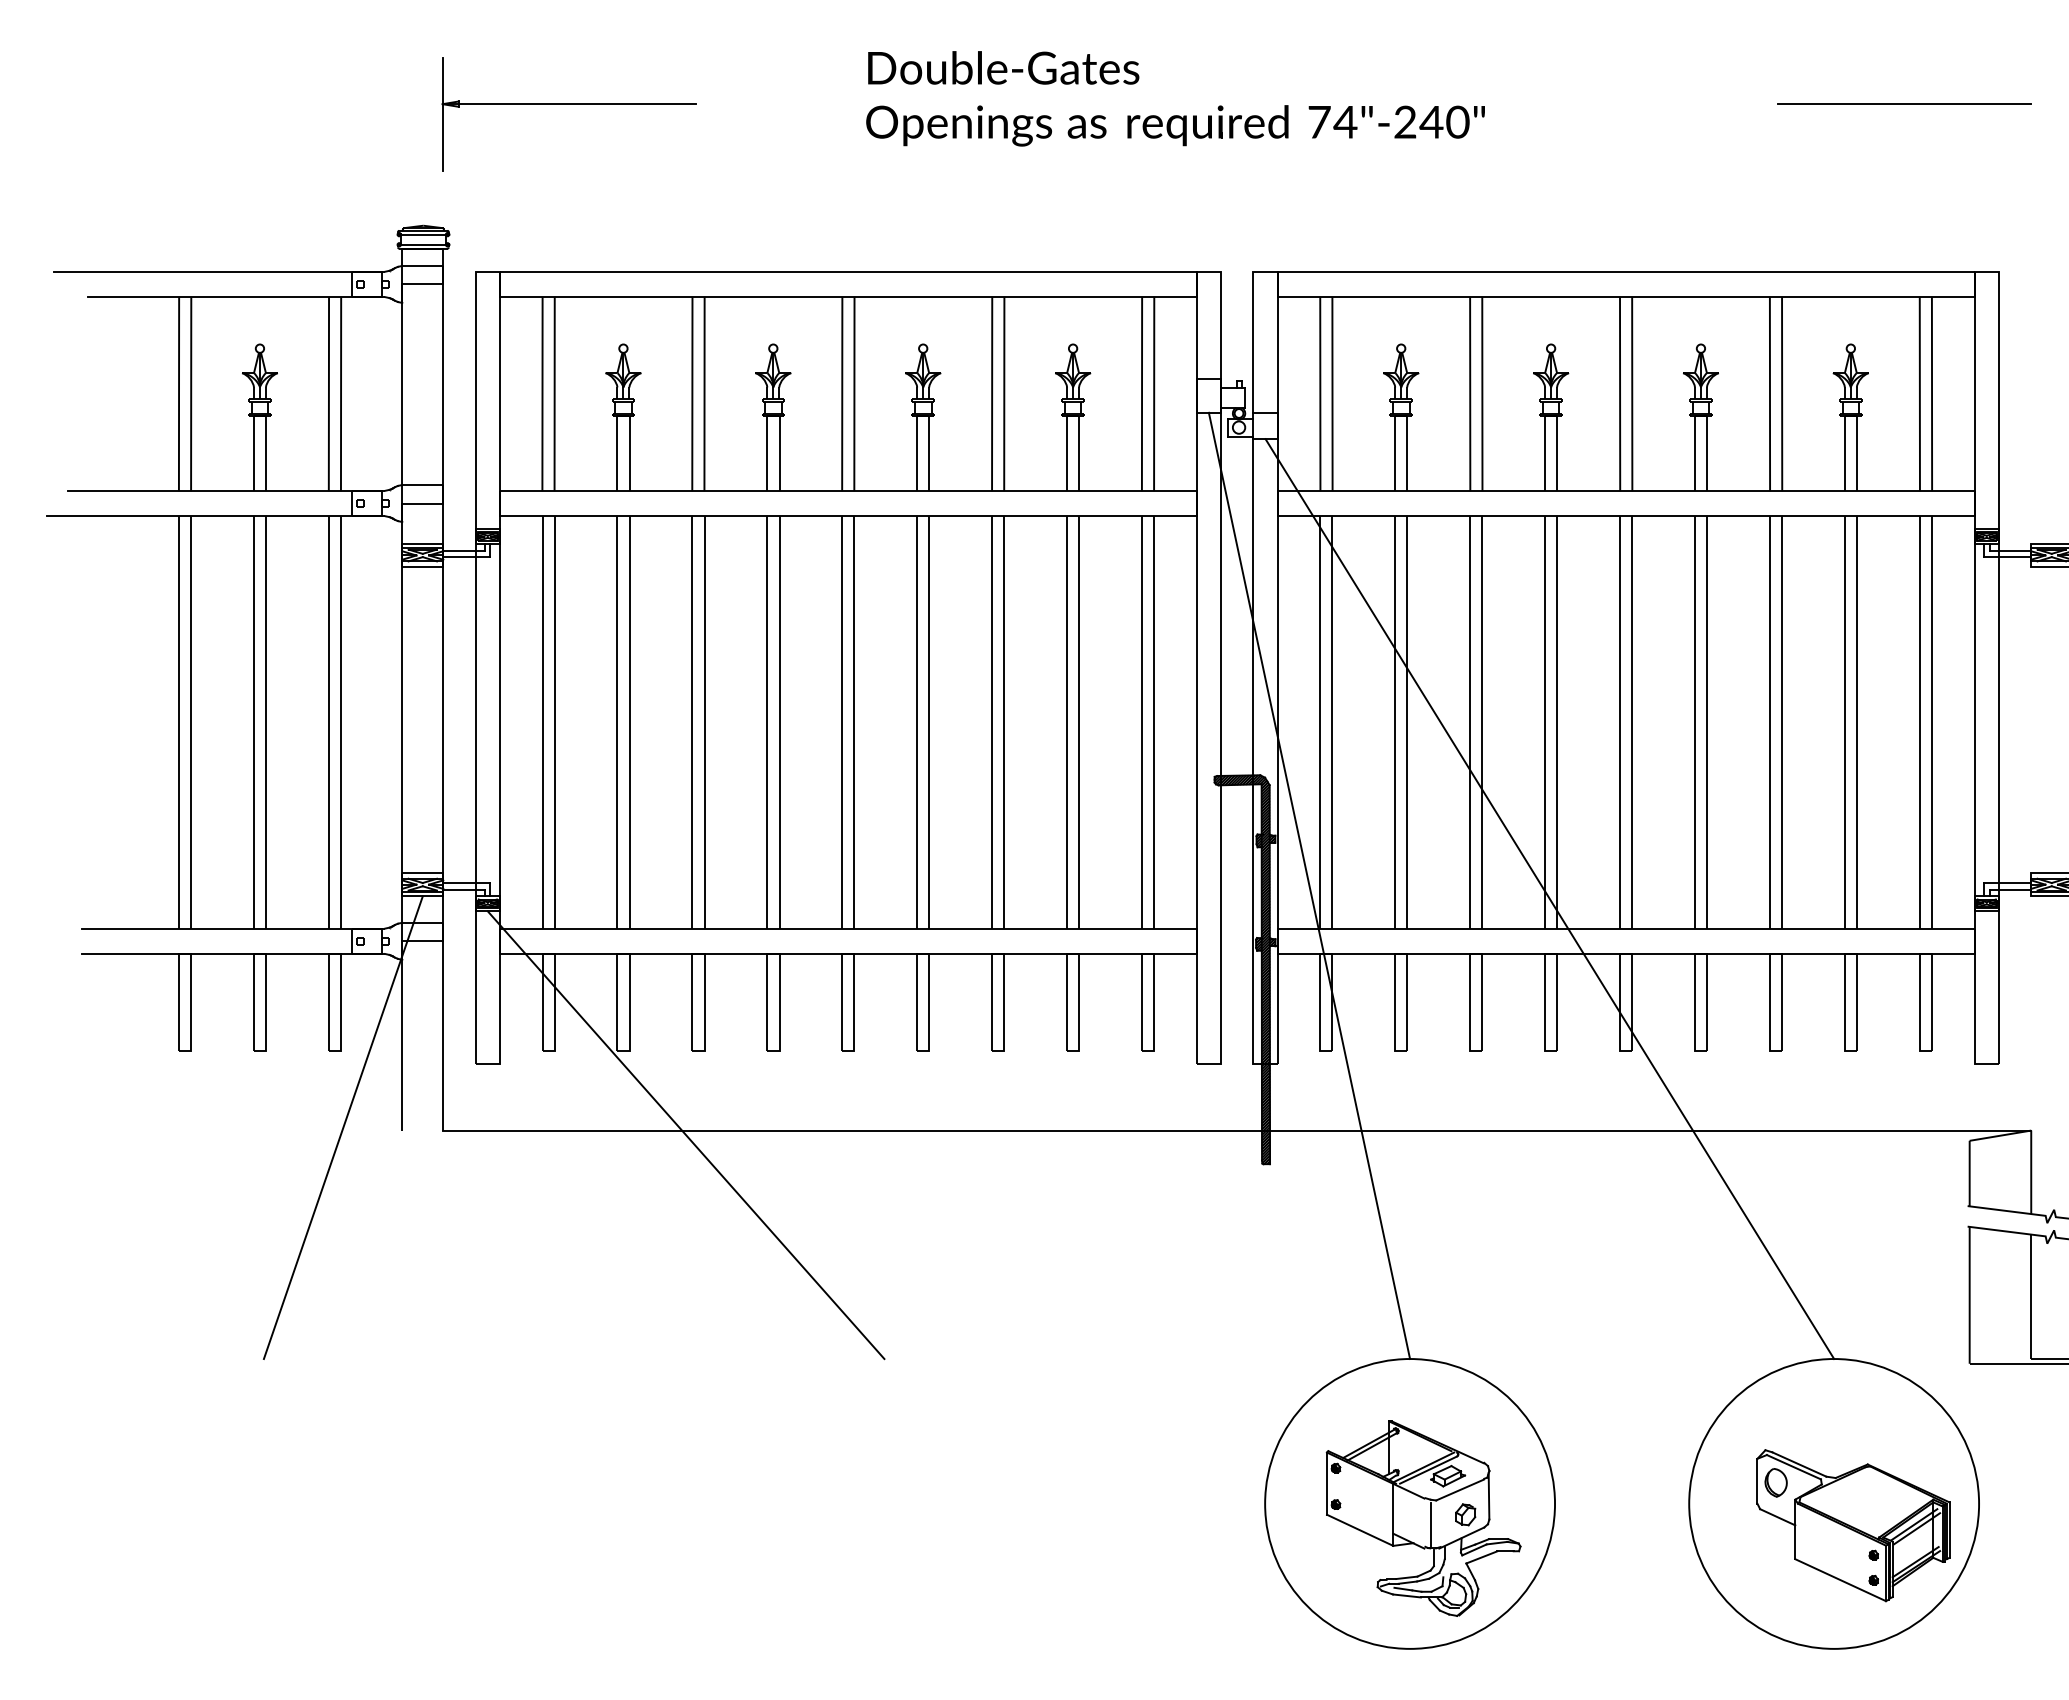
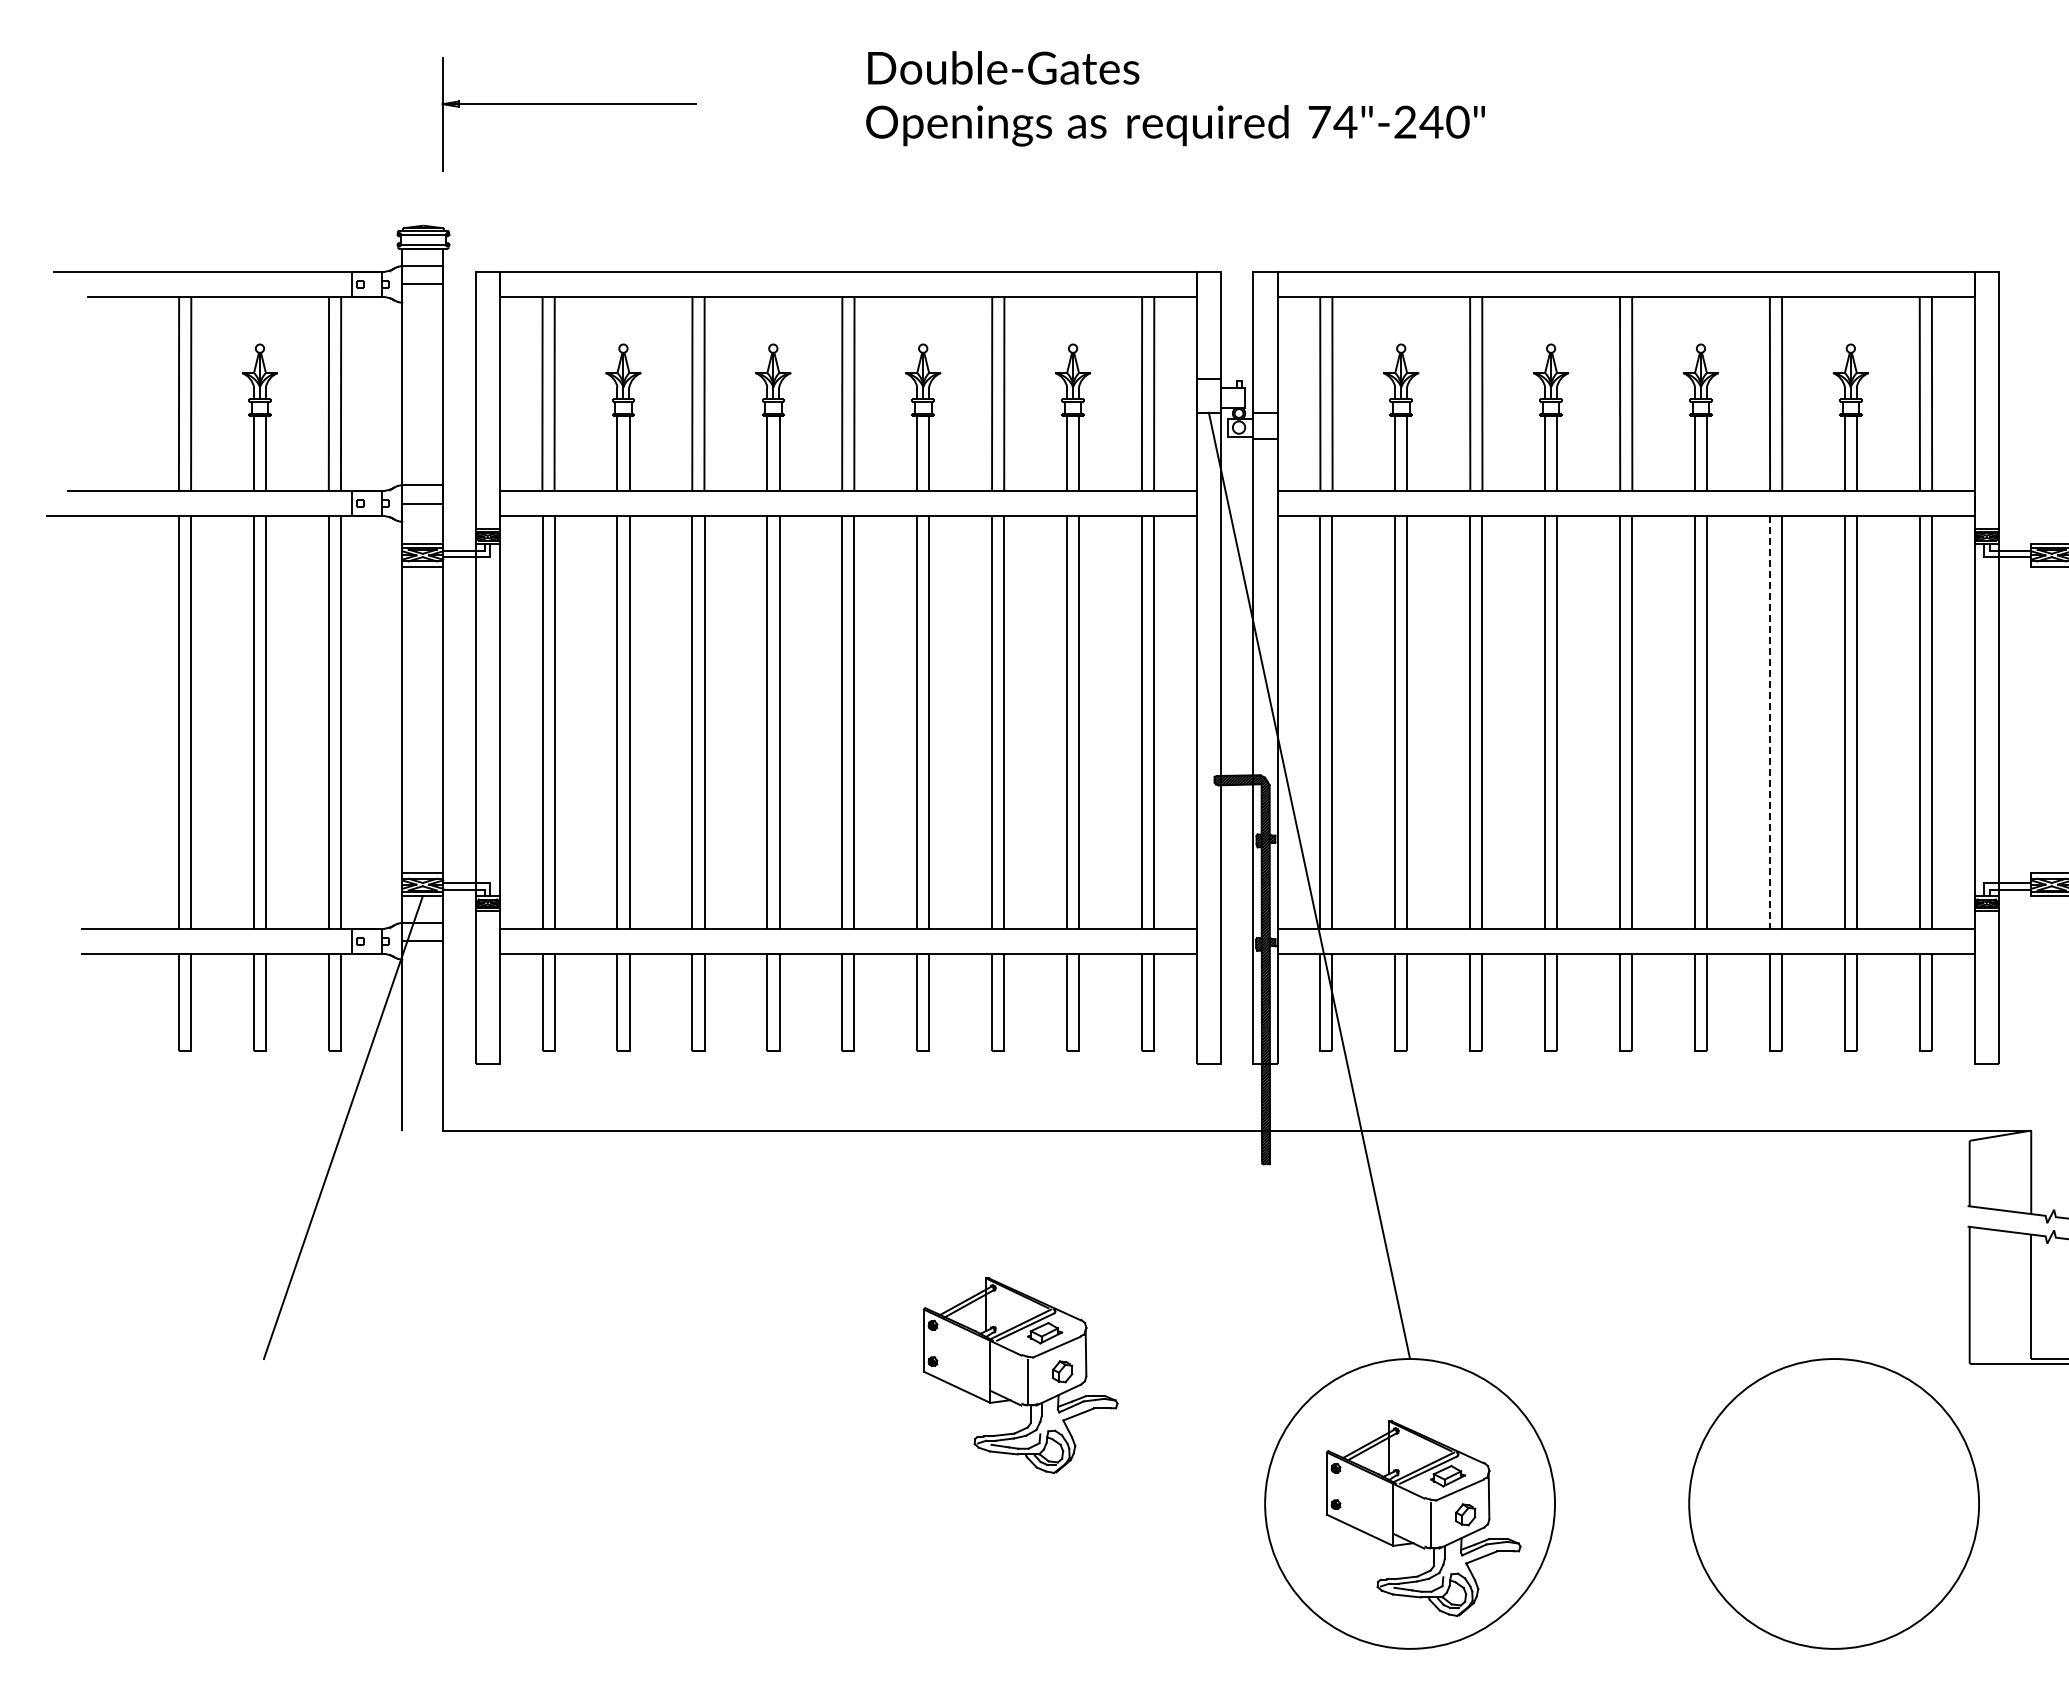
line at (1904, 104): present -> none
line at (1769, 722): solid -> dashed
line at (1549, 899): present -> none
line at (685, 1135): present -> none
part at (1020, 1375): none -> present
part at (1853, 1525): present -> none
